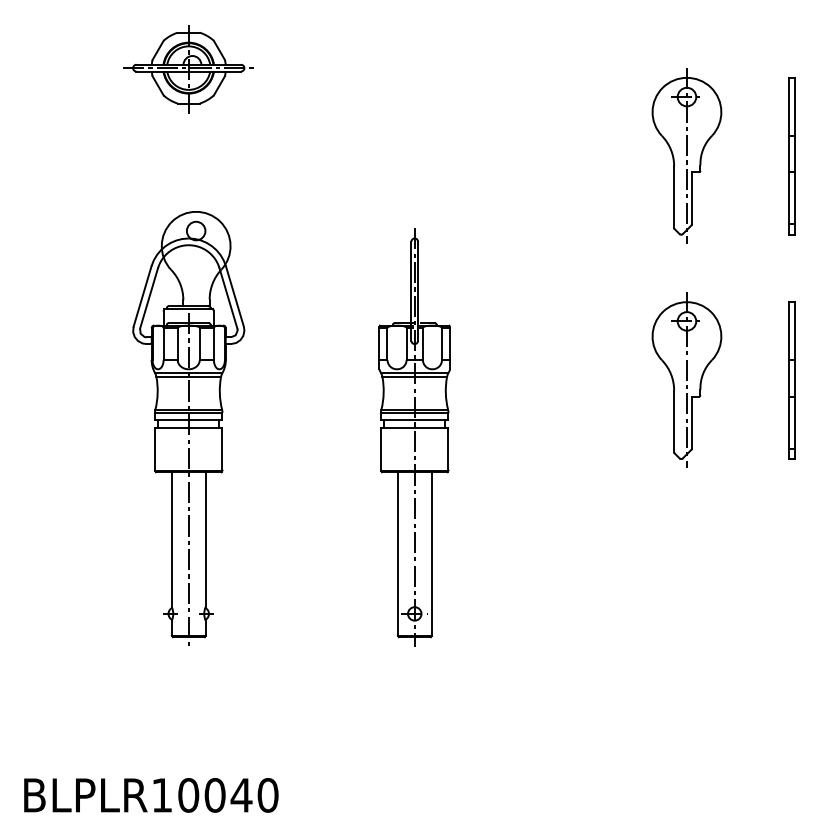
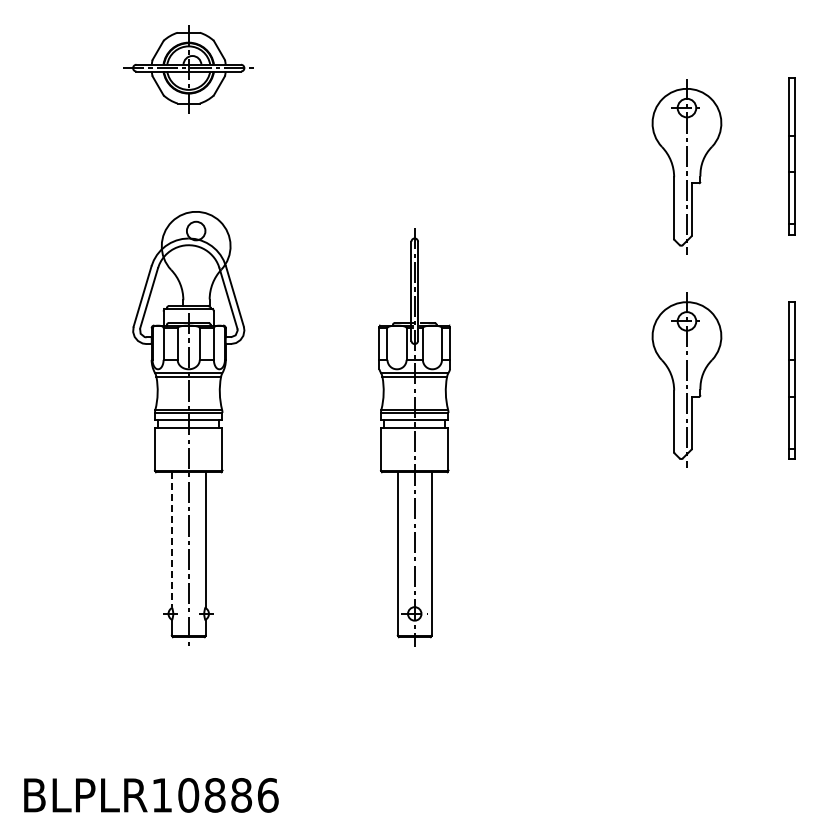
part at (686, 155) position: (686, 155) -> (686, 166)
line at (171, 540): solid -> dashed
text at (241, 795): BLPLR10040 -> BLPLR10886
